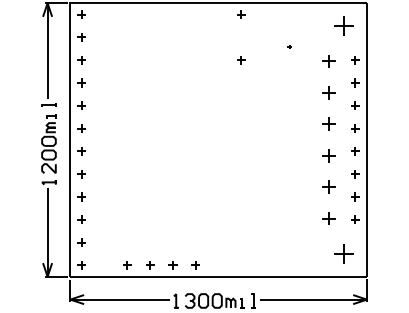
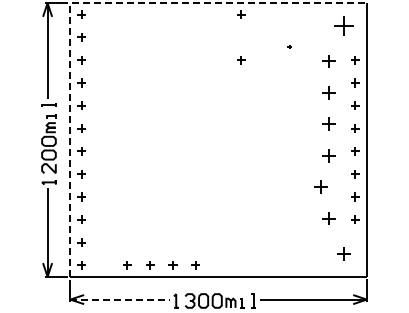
line at (81, 3): solid -> dashed
part at (328, 186) position: (328, 186) -> (320, 186)
part at (343, 253) size: 20x20 px -> 14x14 px
line at (120, 299): solid -> dashed
